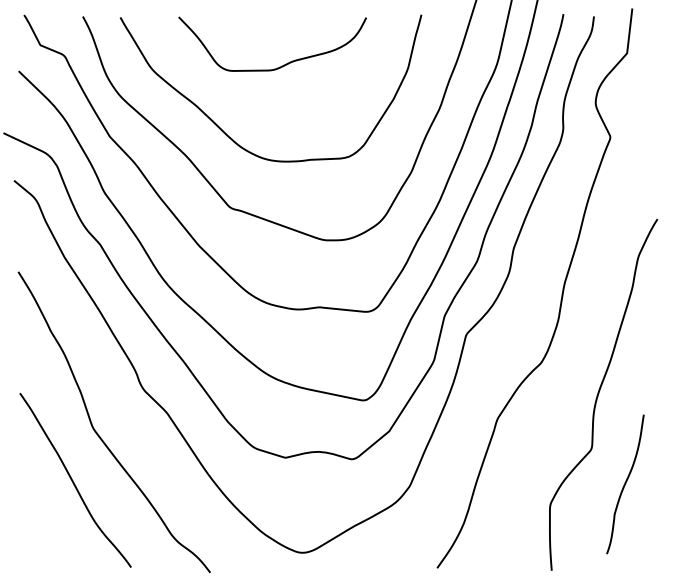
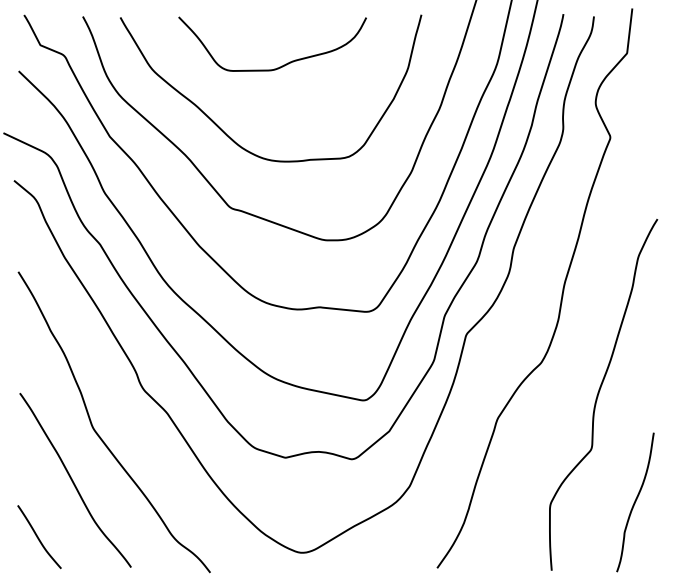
curve at (625, 484) position: (625, 484) -> (635, 502)
curve at (38, 537): none -> present
